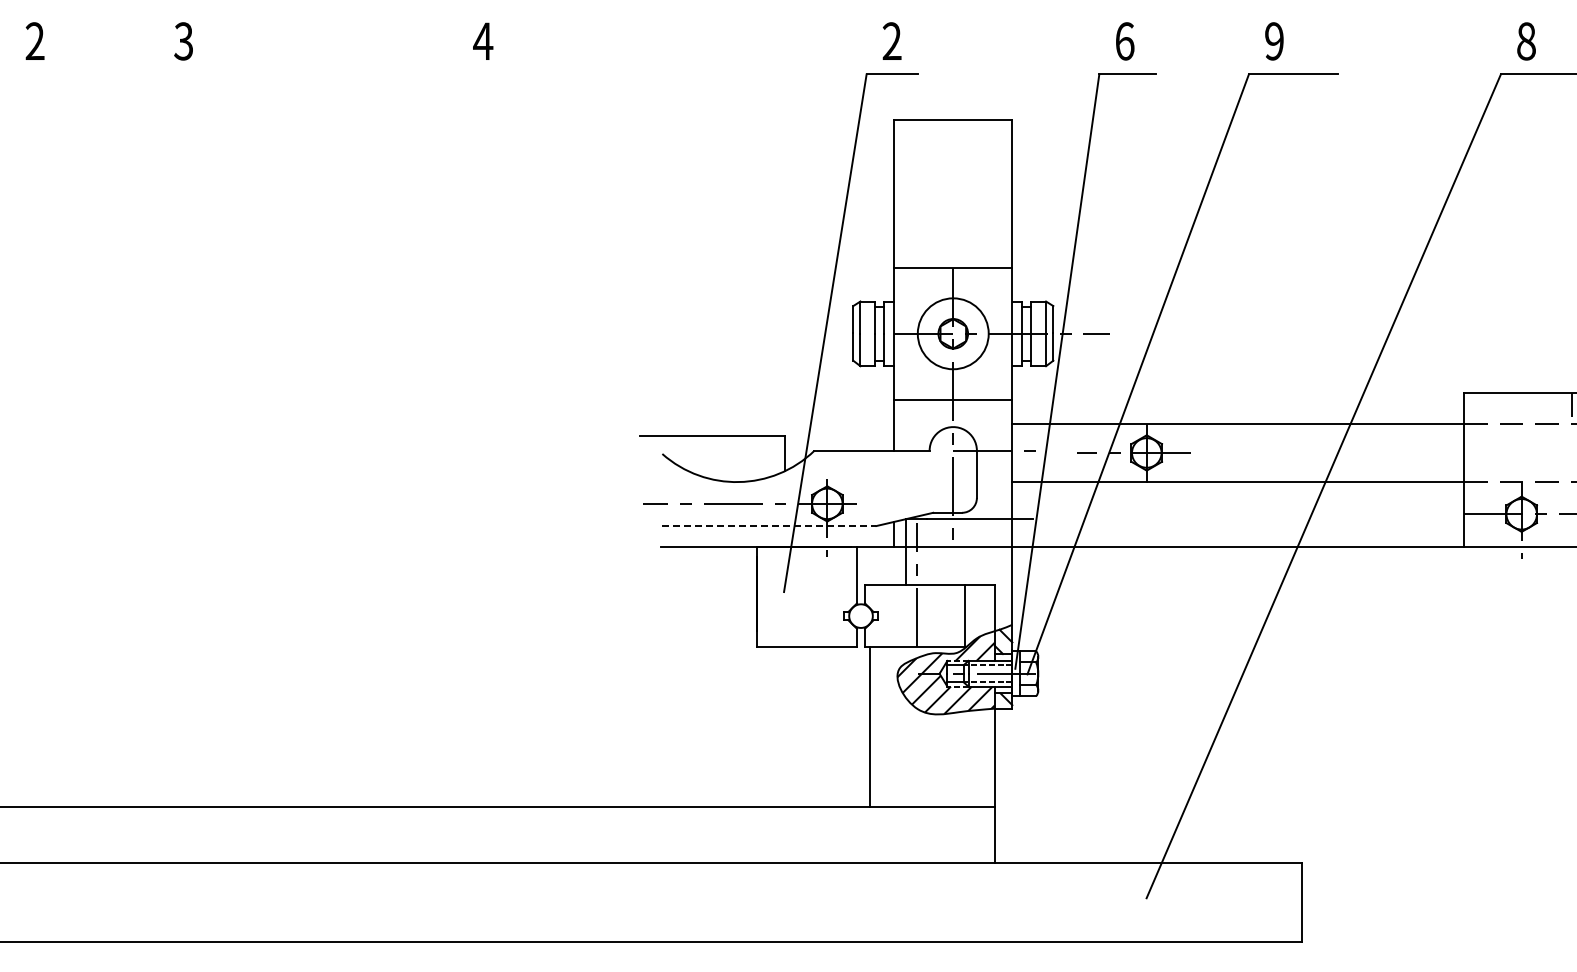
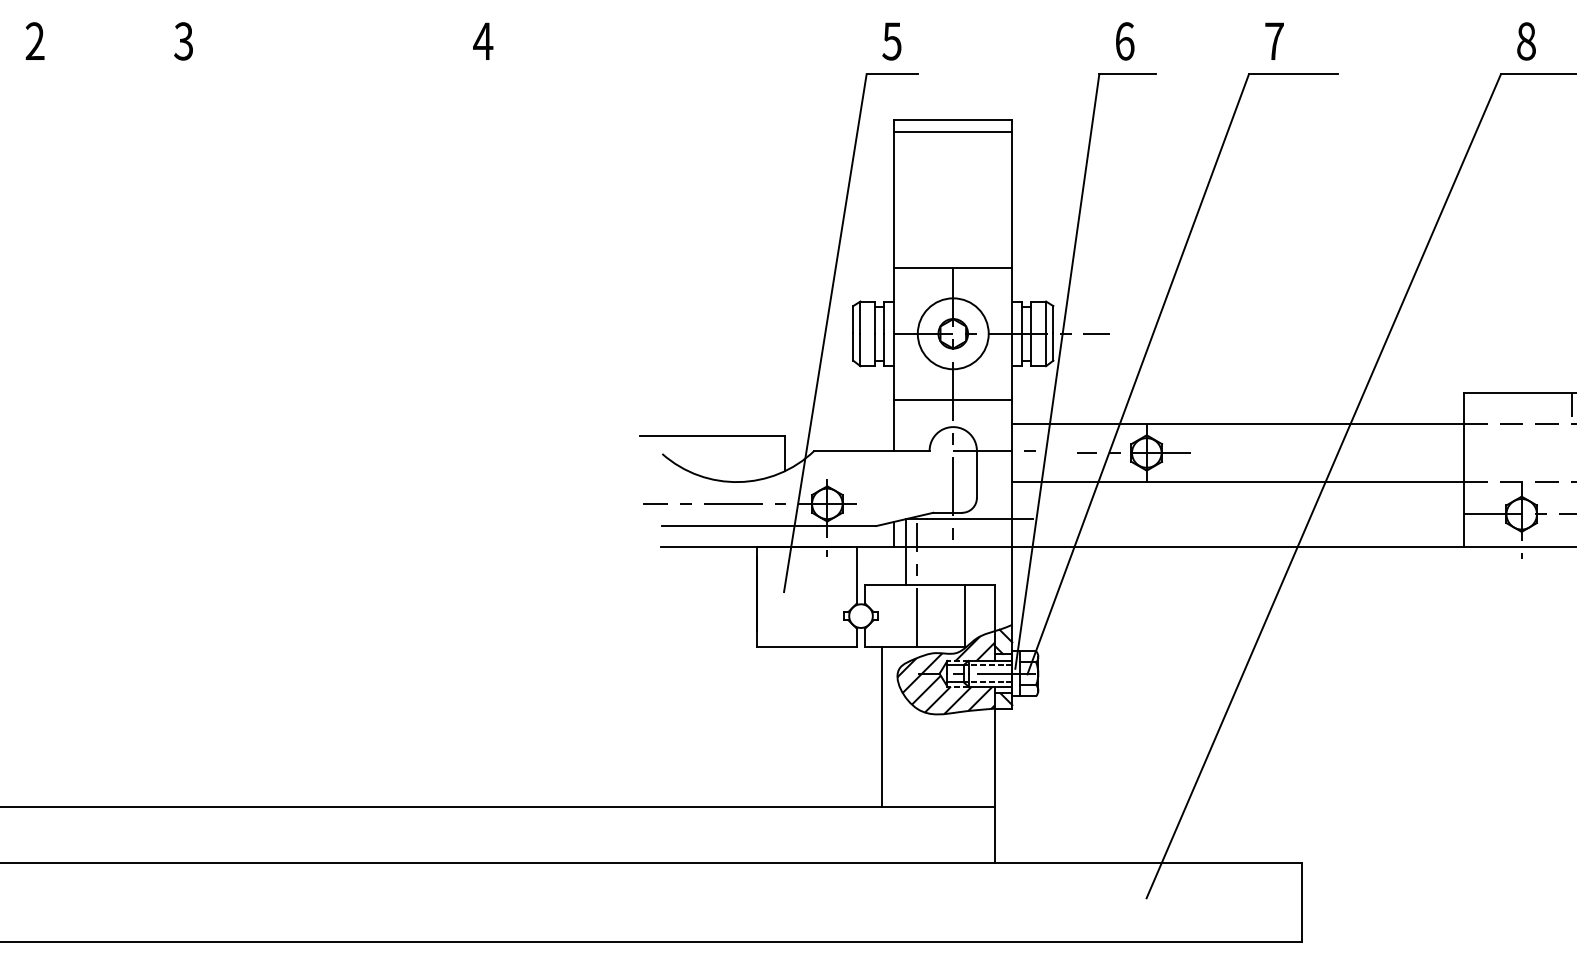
text at (891, 41): 2 -> 5
text at (1274, 41): 9 -> 7
line at (953, 131): none -> present
line at (769, 526): dashed -> solid
line at (870, 727) position: (870, 727) -> (882, 727)
